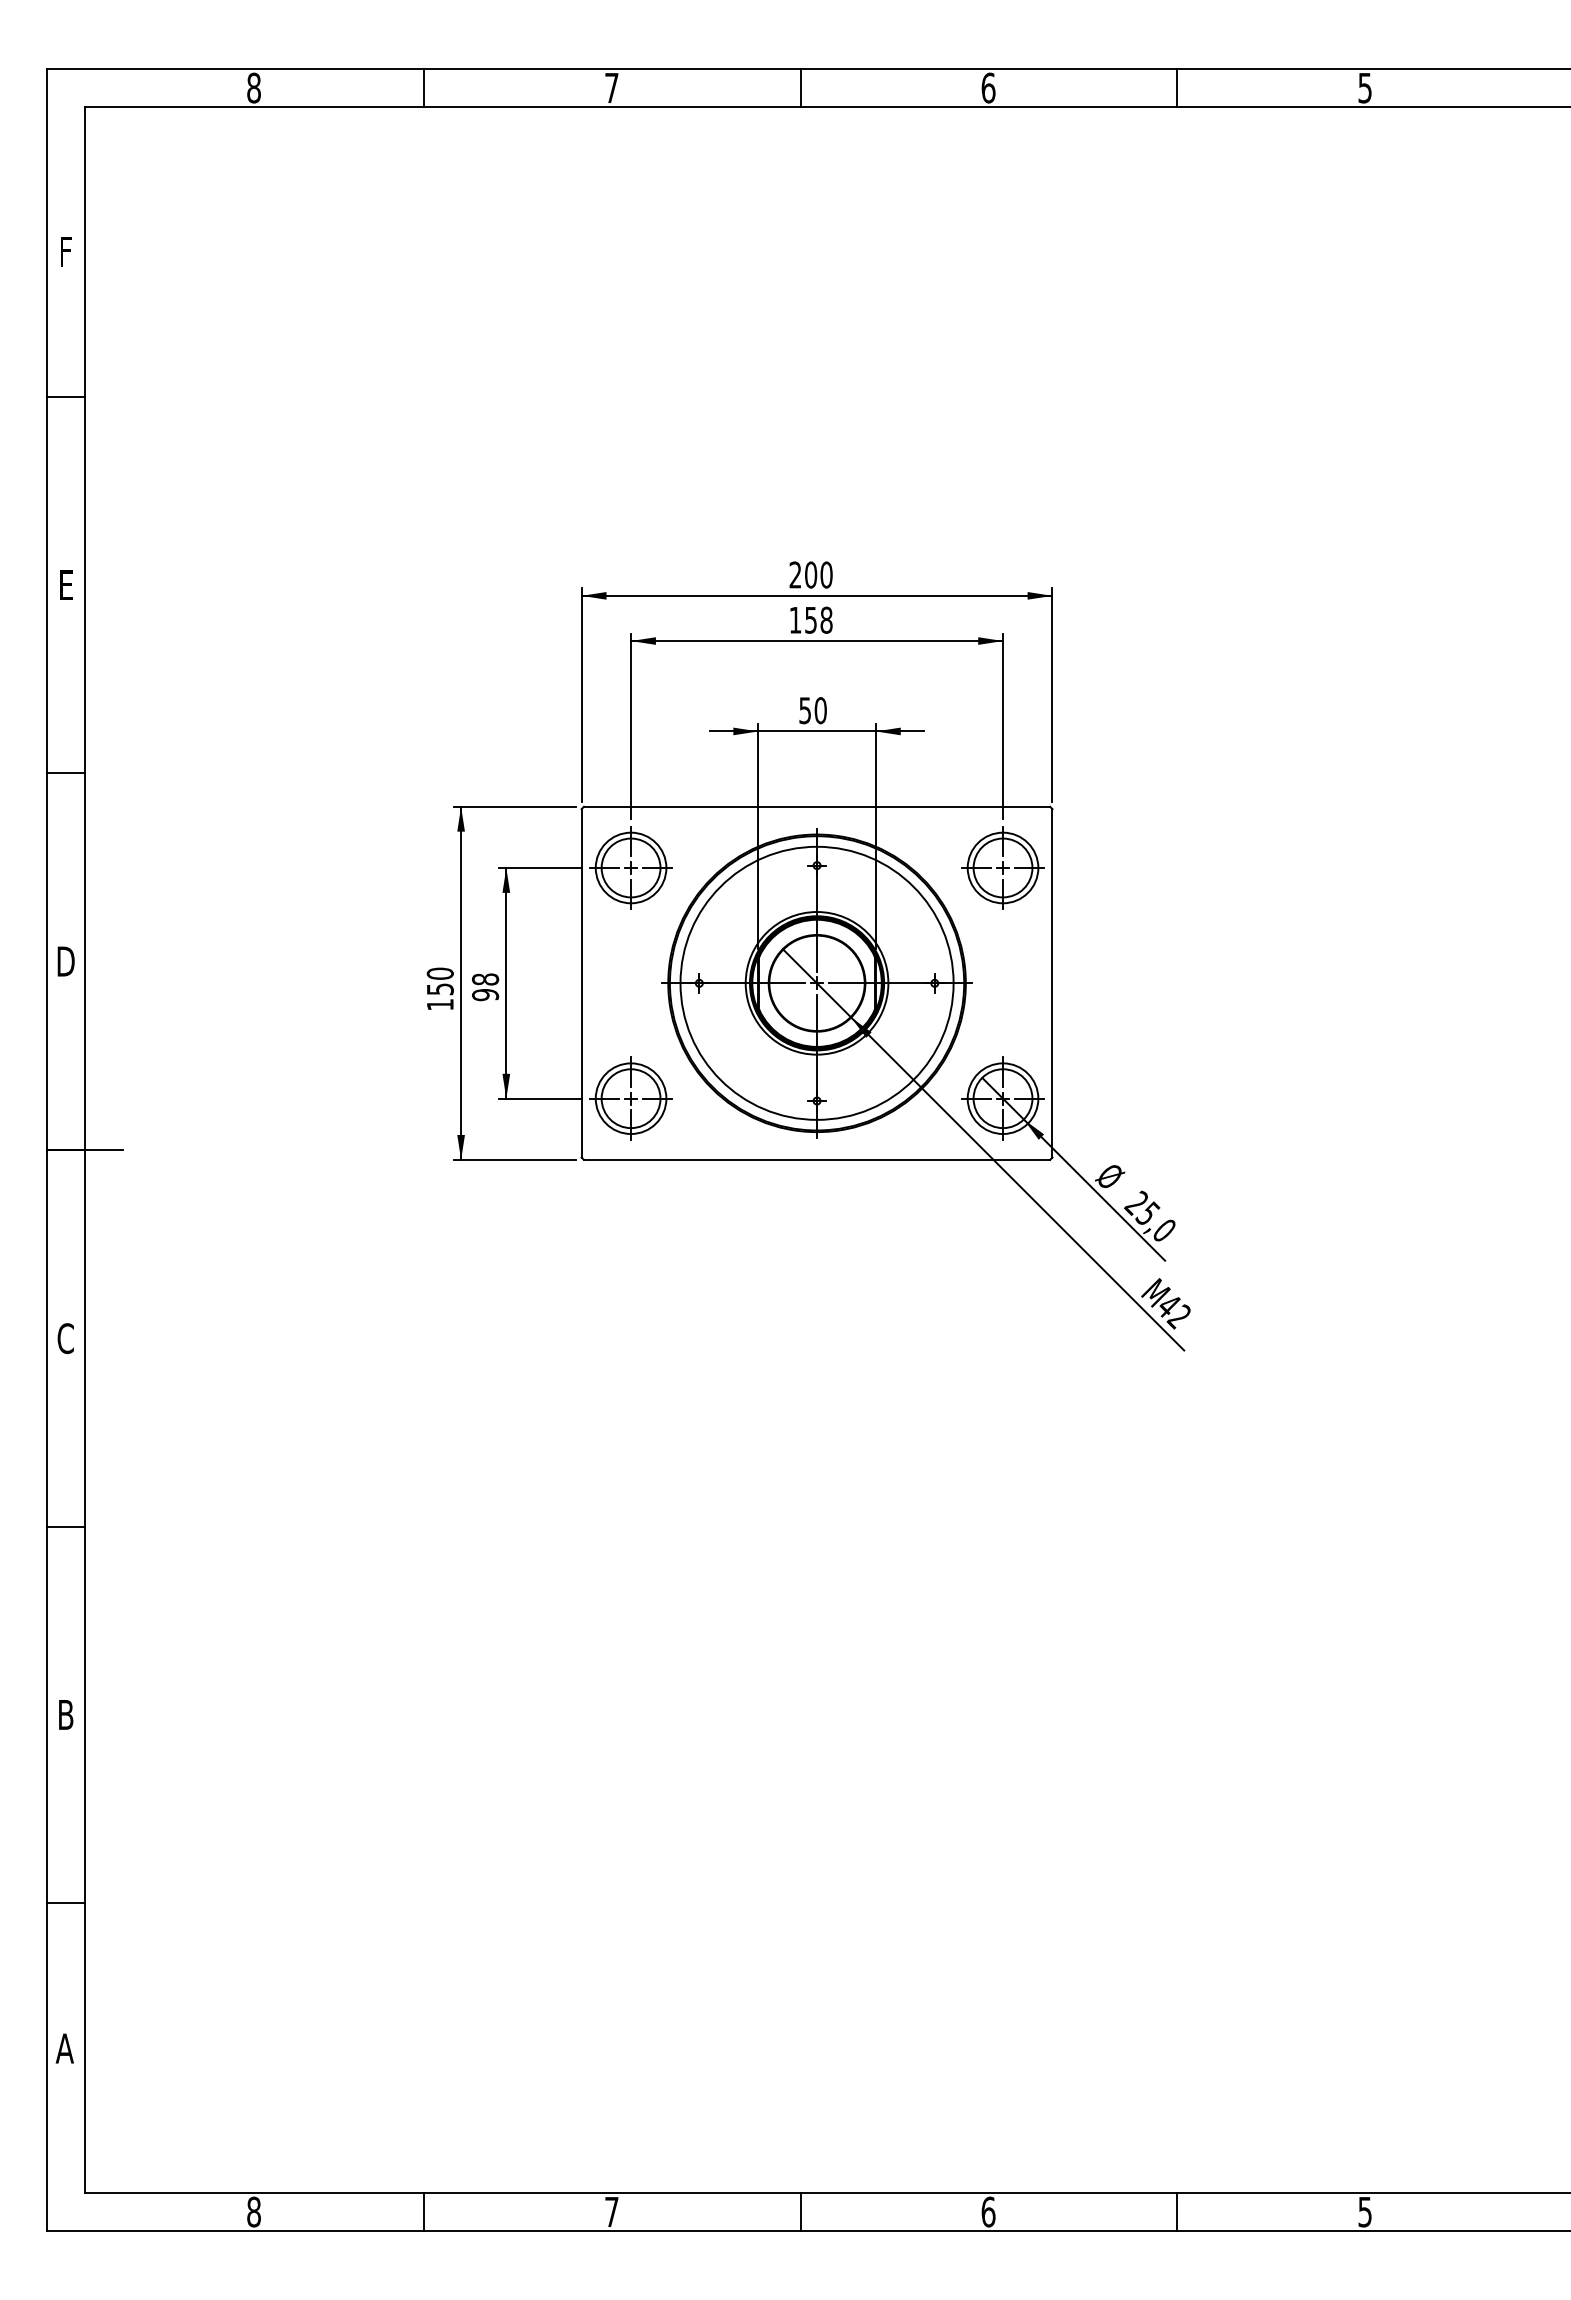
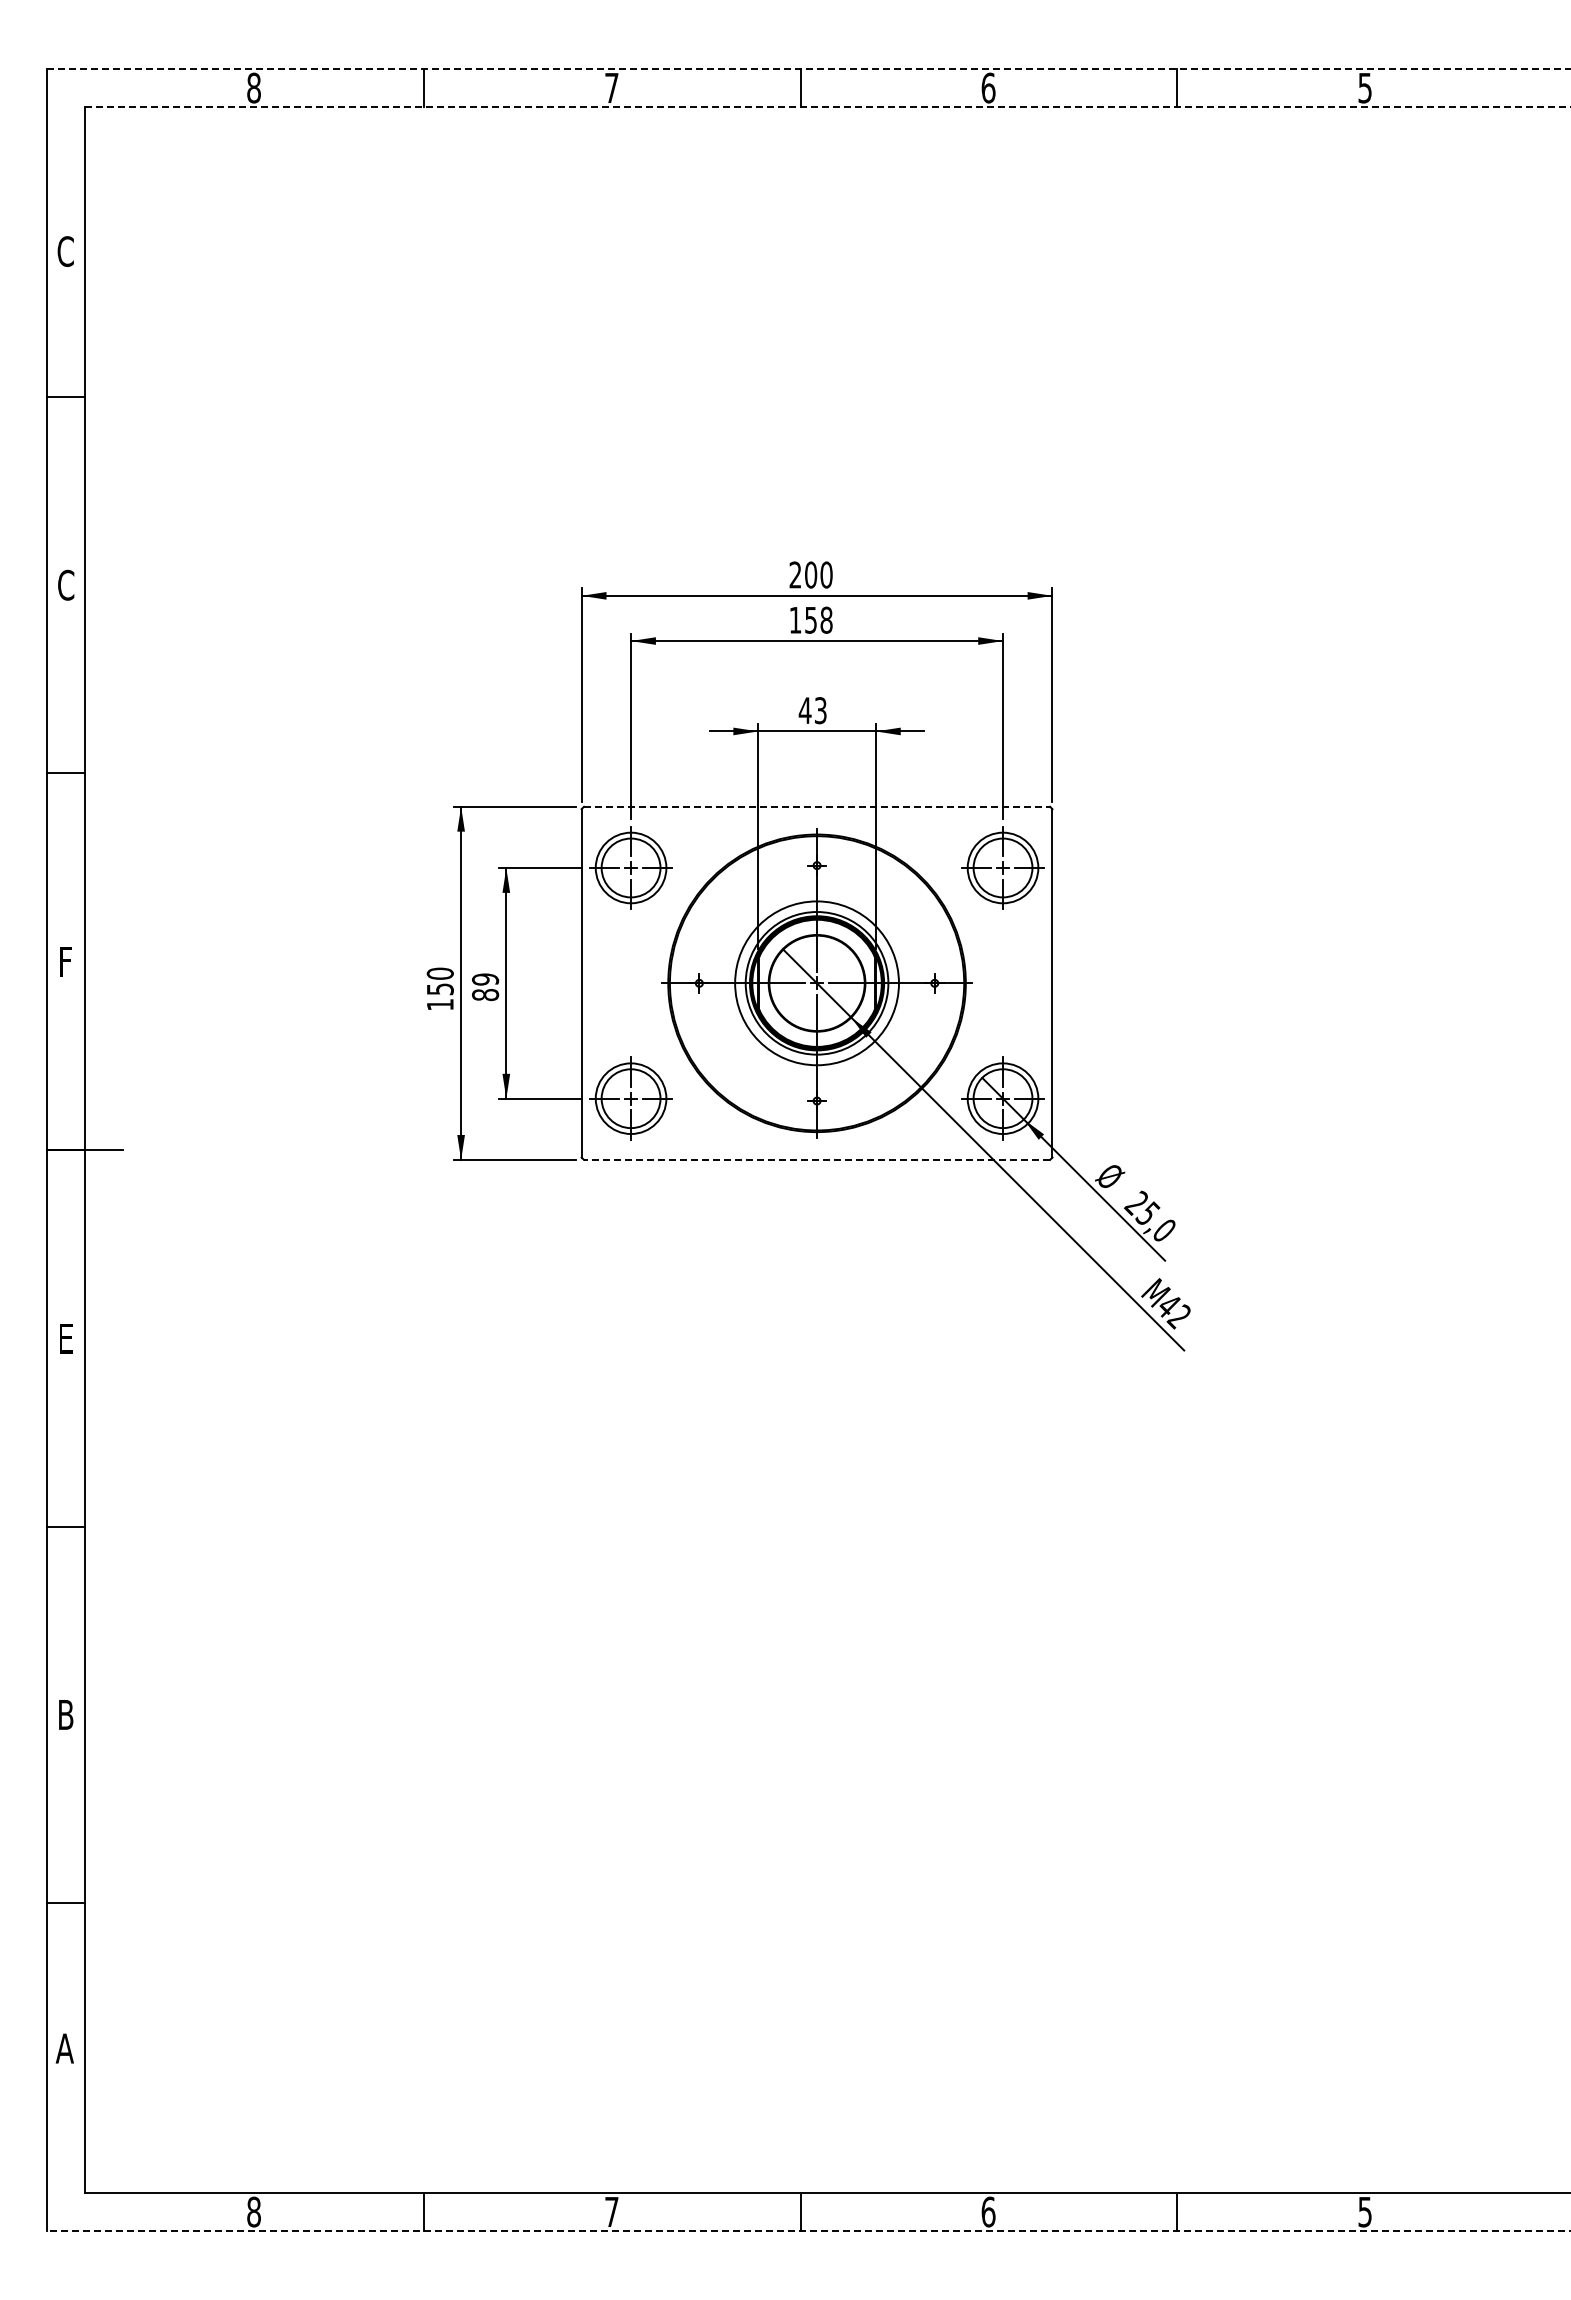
line at (809, 69): solid -> dashed
line at (827, 106): solid -> dashed
text at (65, 251): F -> C
text at (66, 584): E -> C
text at (812, 710): 50 -> 43
line at (817, 806): solid -> dashed
text at (65, 961): D -> F
circle at (816, 982) diameter: 273 px -> 164 px
text at (485, 987): 98 -> 89
line at (816, 1159): solid -> dashed
text at (65, 1338): C -> E
line at (809, 2231): solid -> dashed
